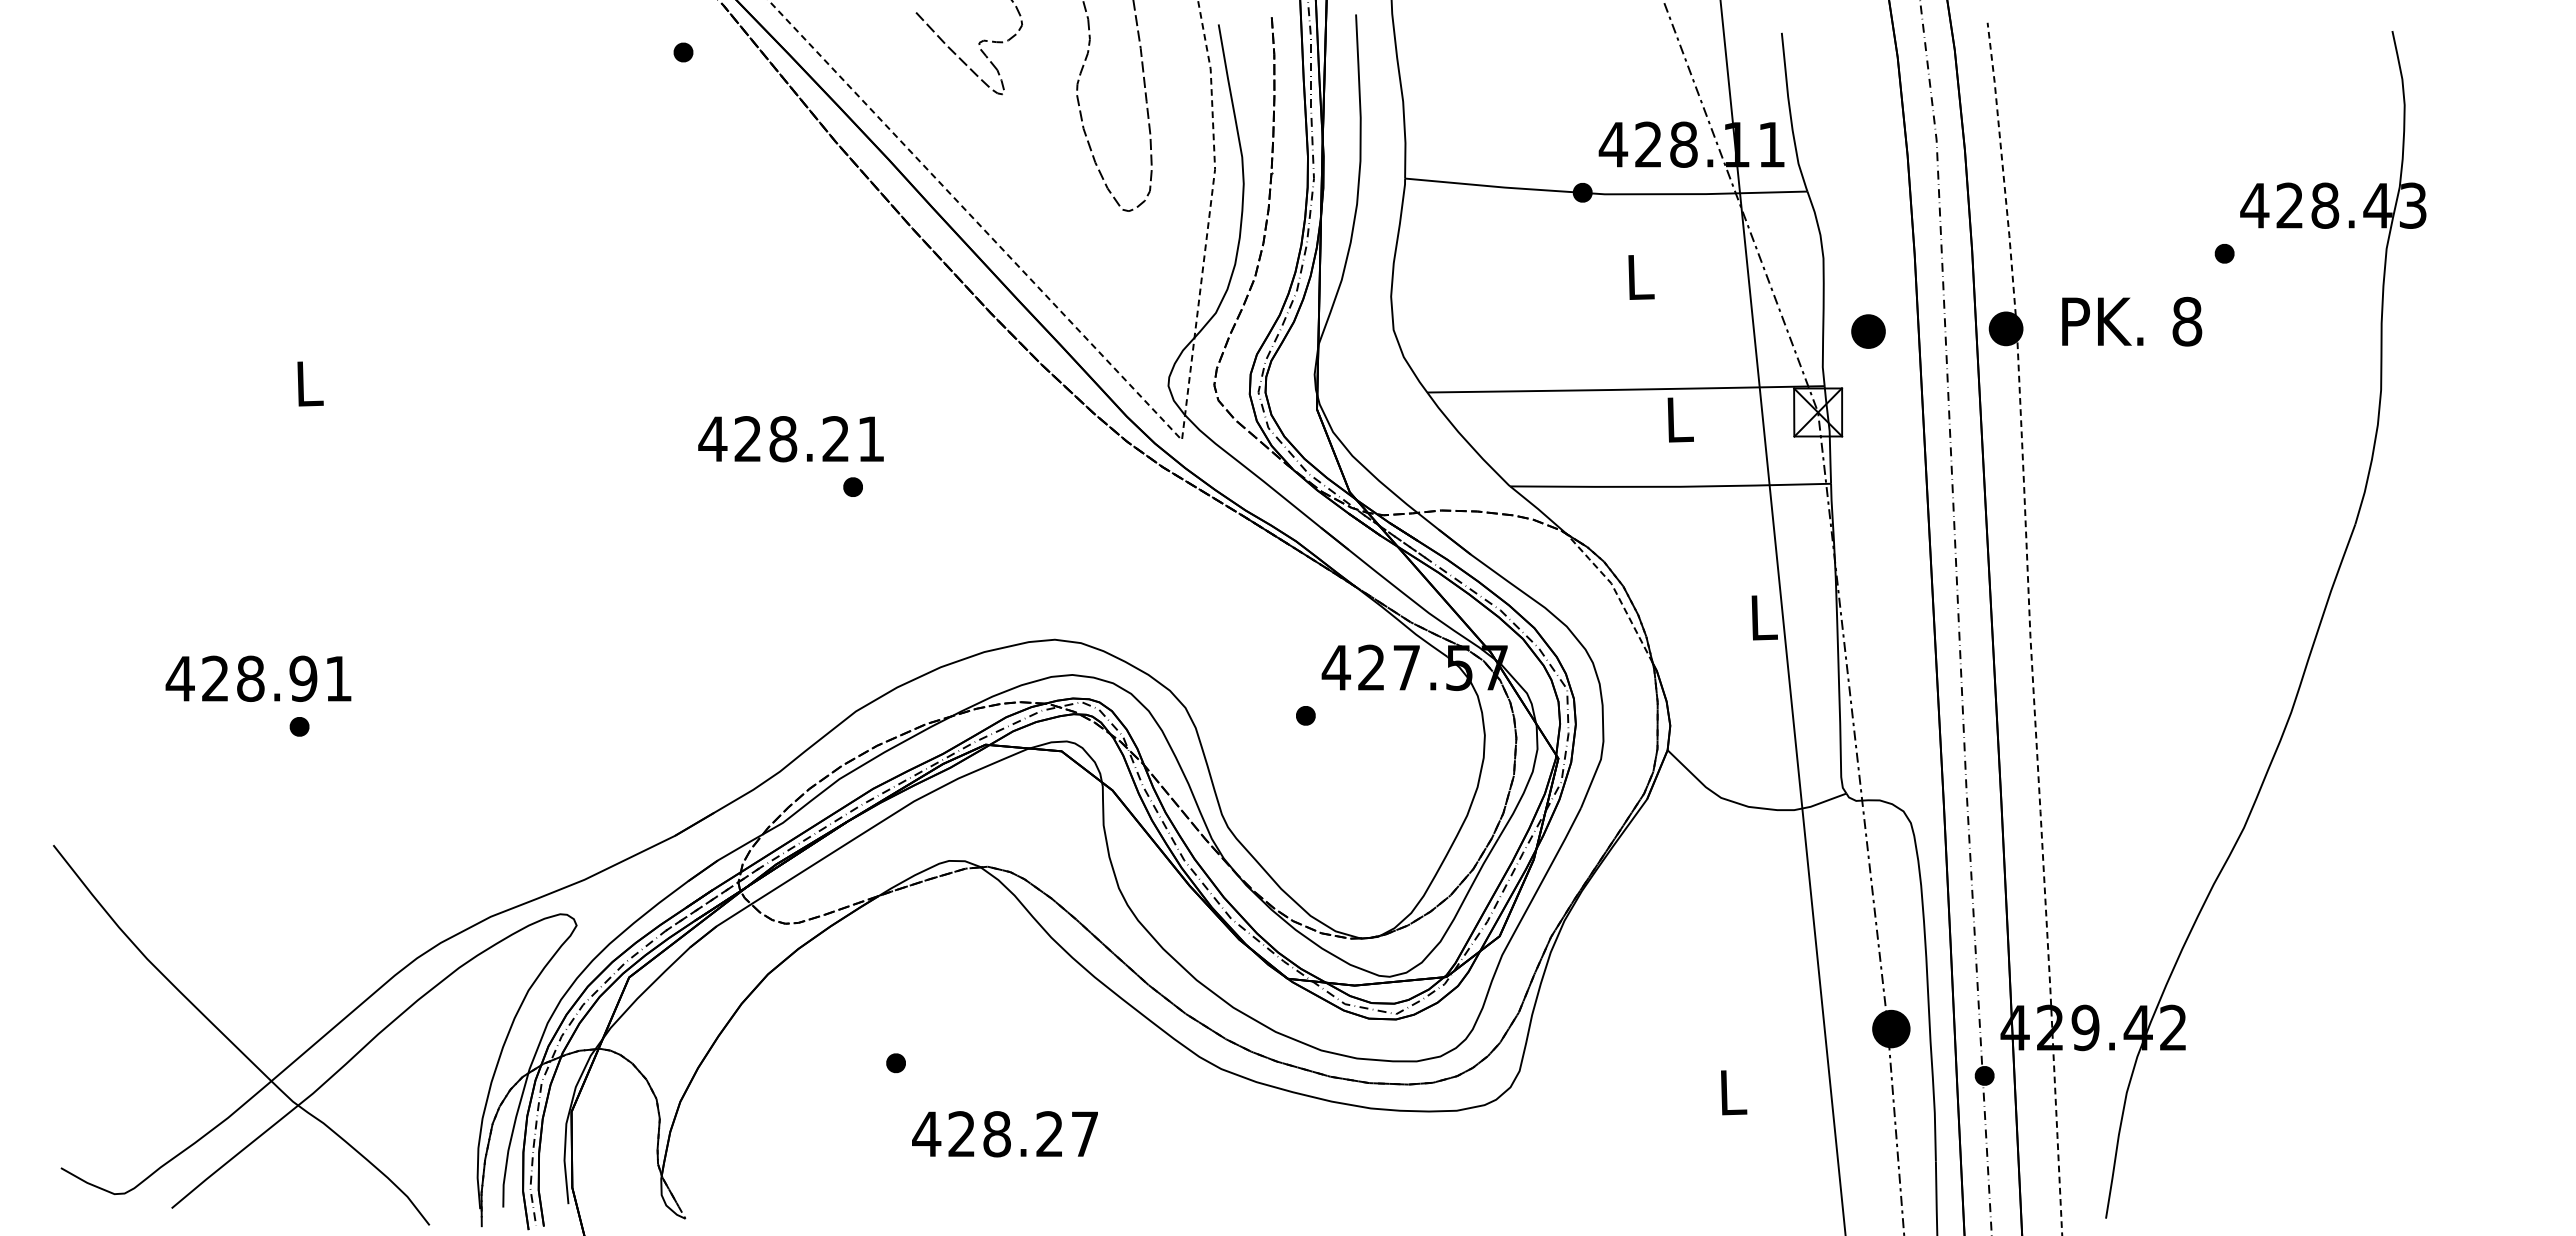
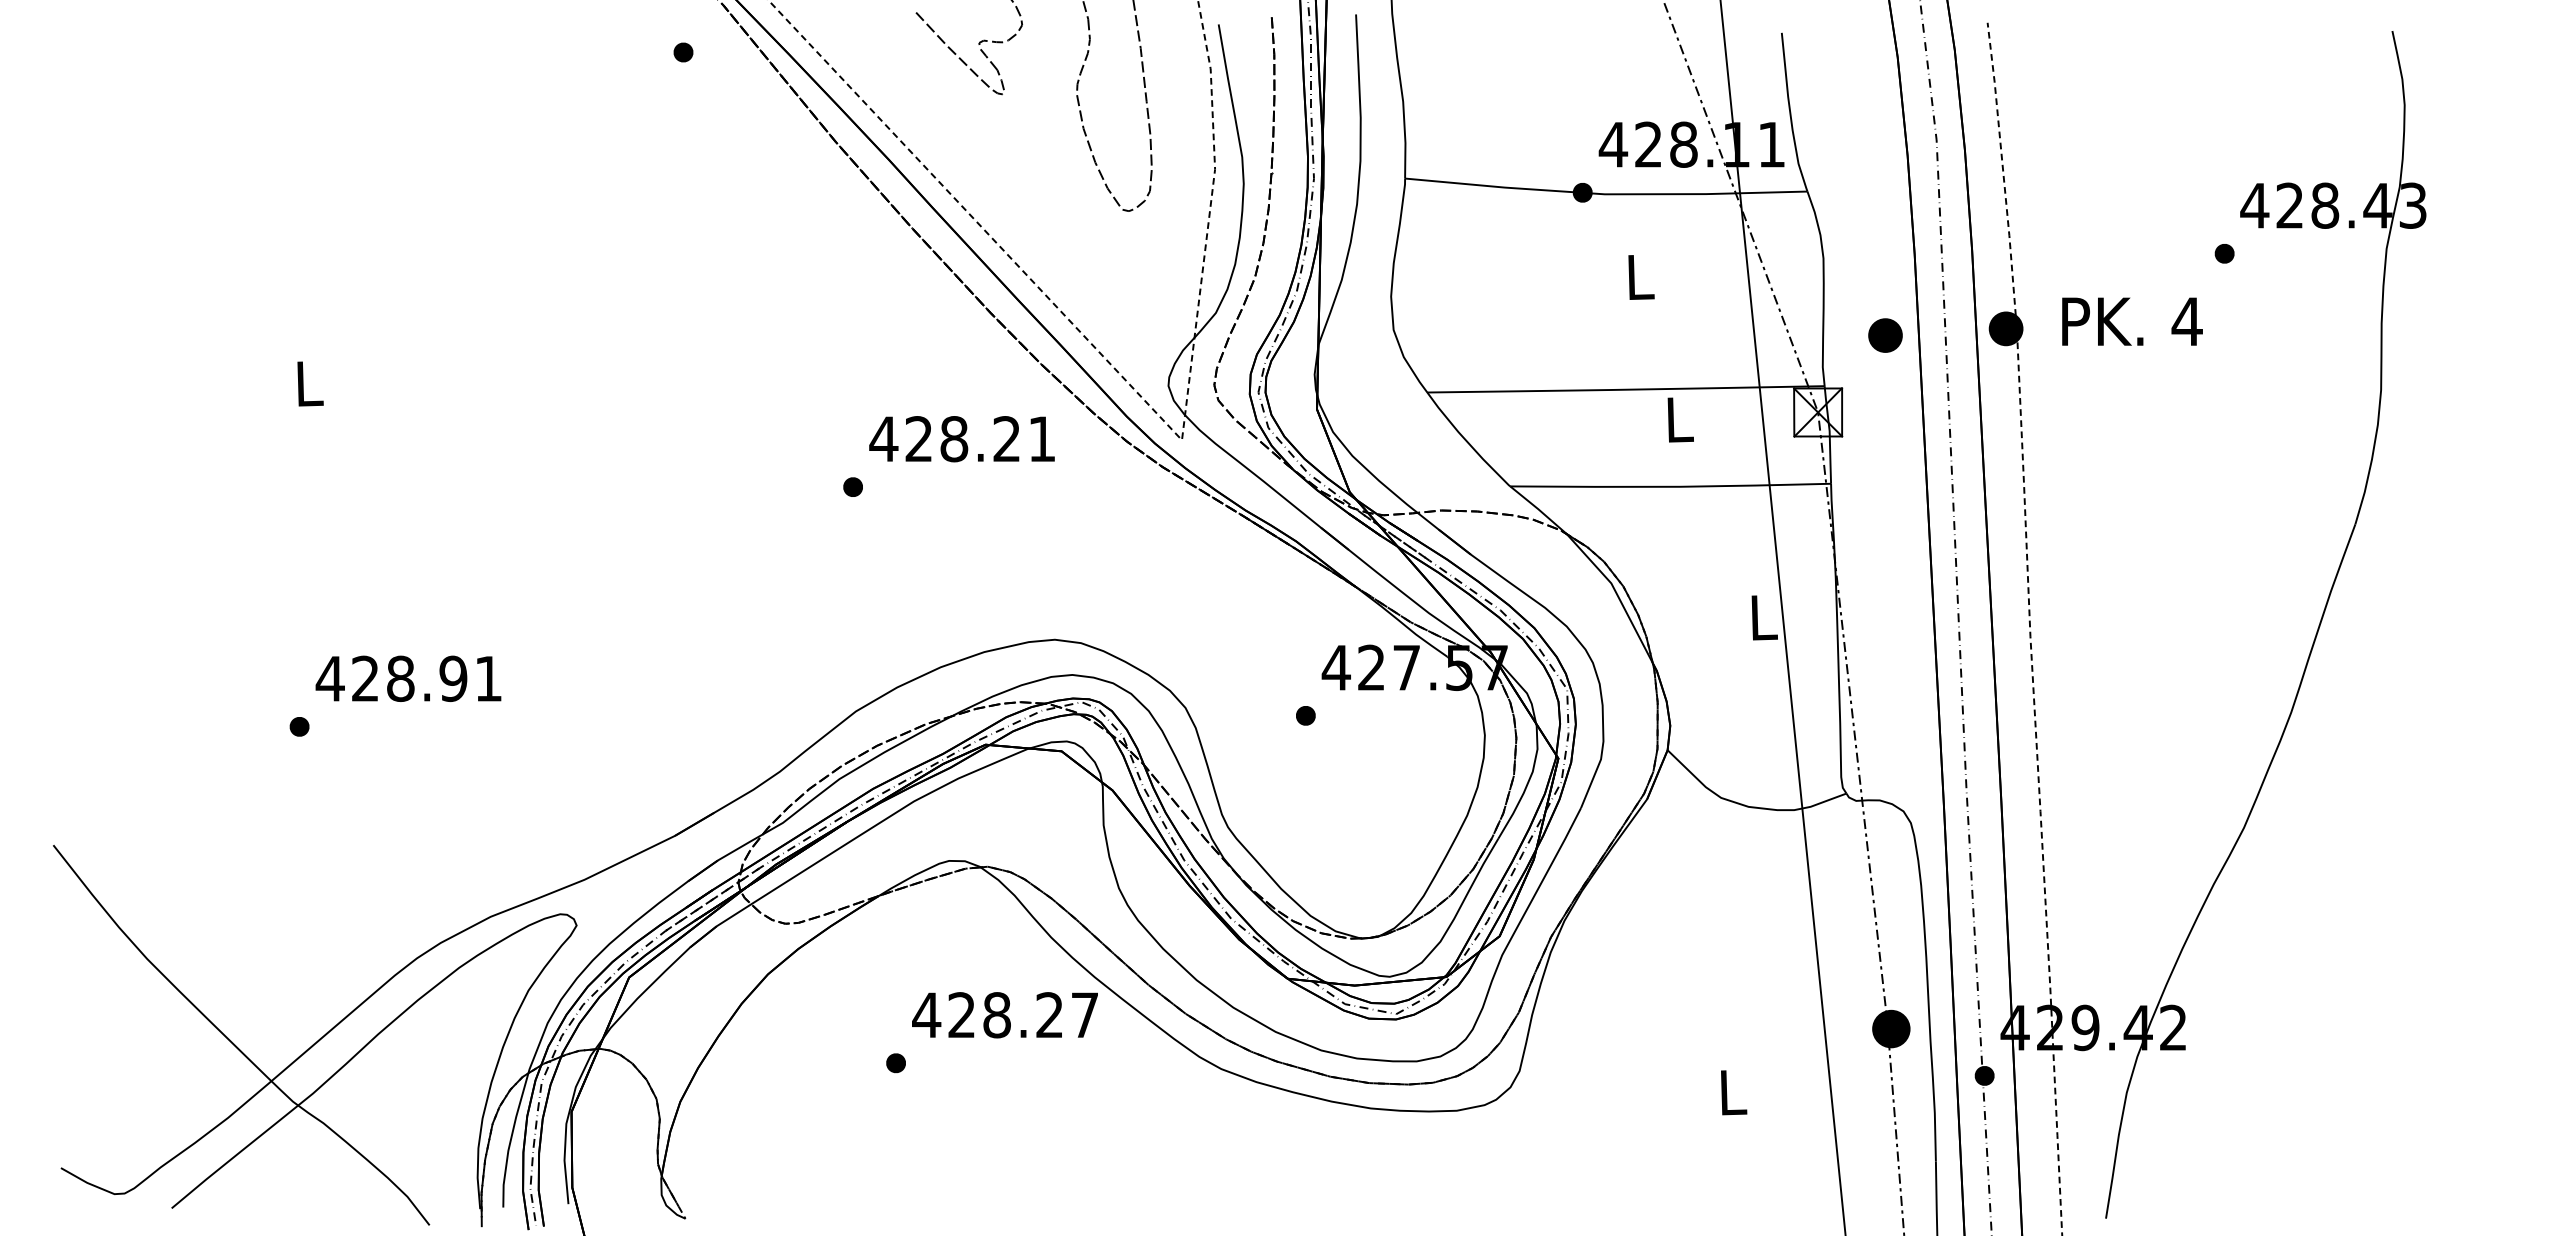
text at (2186, 321): 8 -> 4
part at (1868, 331) position: (1868, 331) -> (1885, 335)
text at (790, 439) position: (790, 439) -> (961, 439)
line at (1615, 592): dashed -> solid
text at (258, 678) position: (258, 678) -> (408, 678)
text at (1004, 1134) position: (1004, 1134) -> (1004, 1015)
